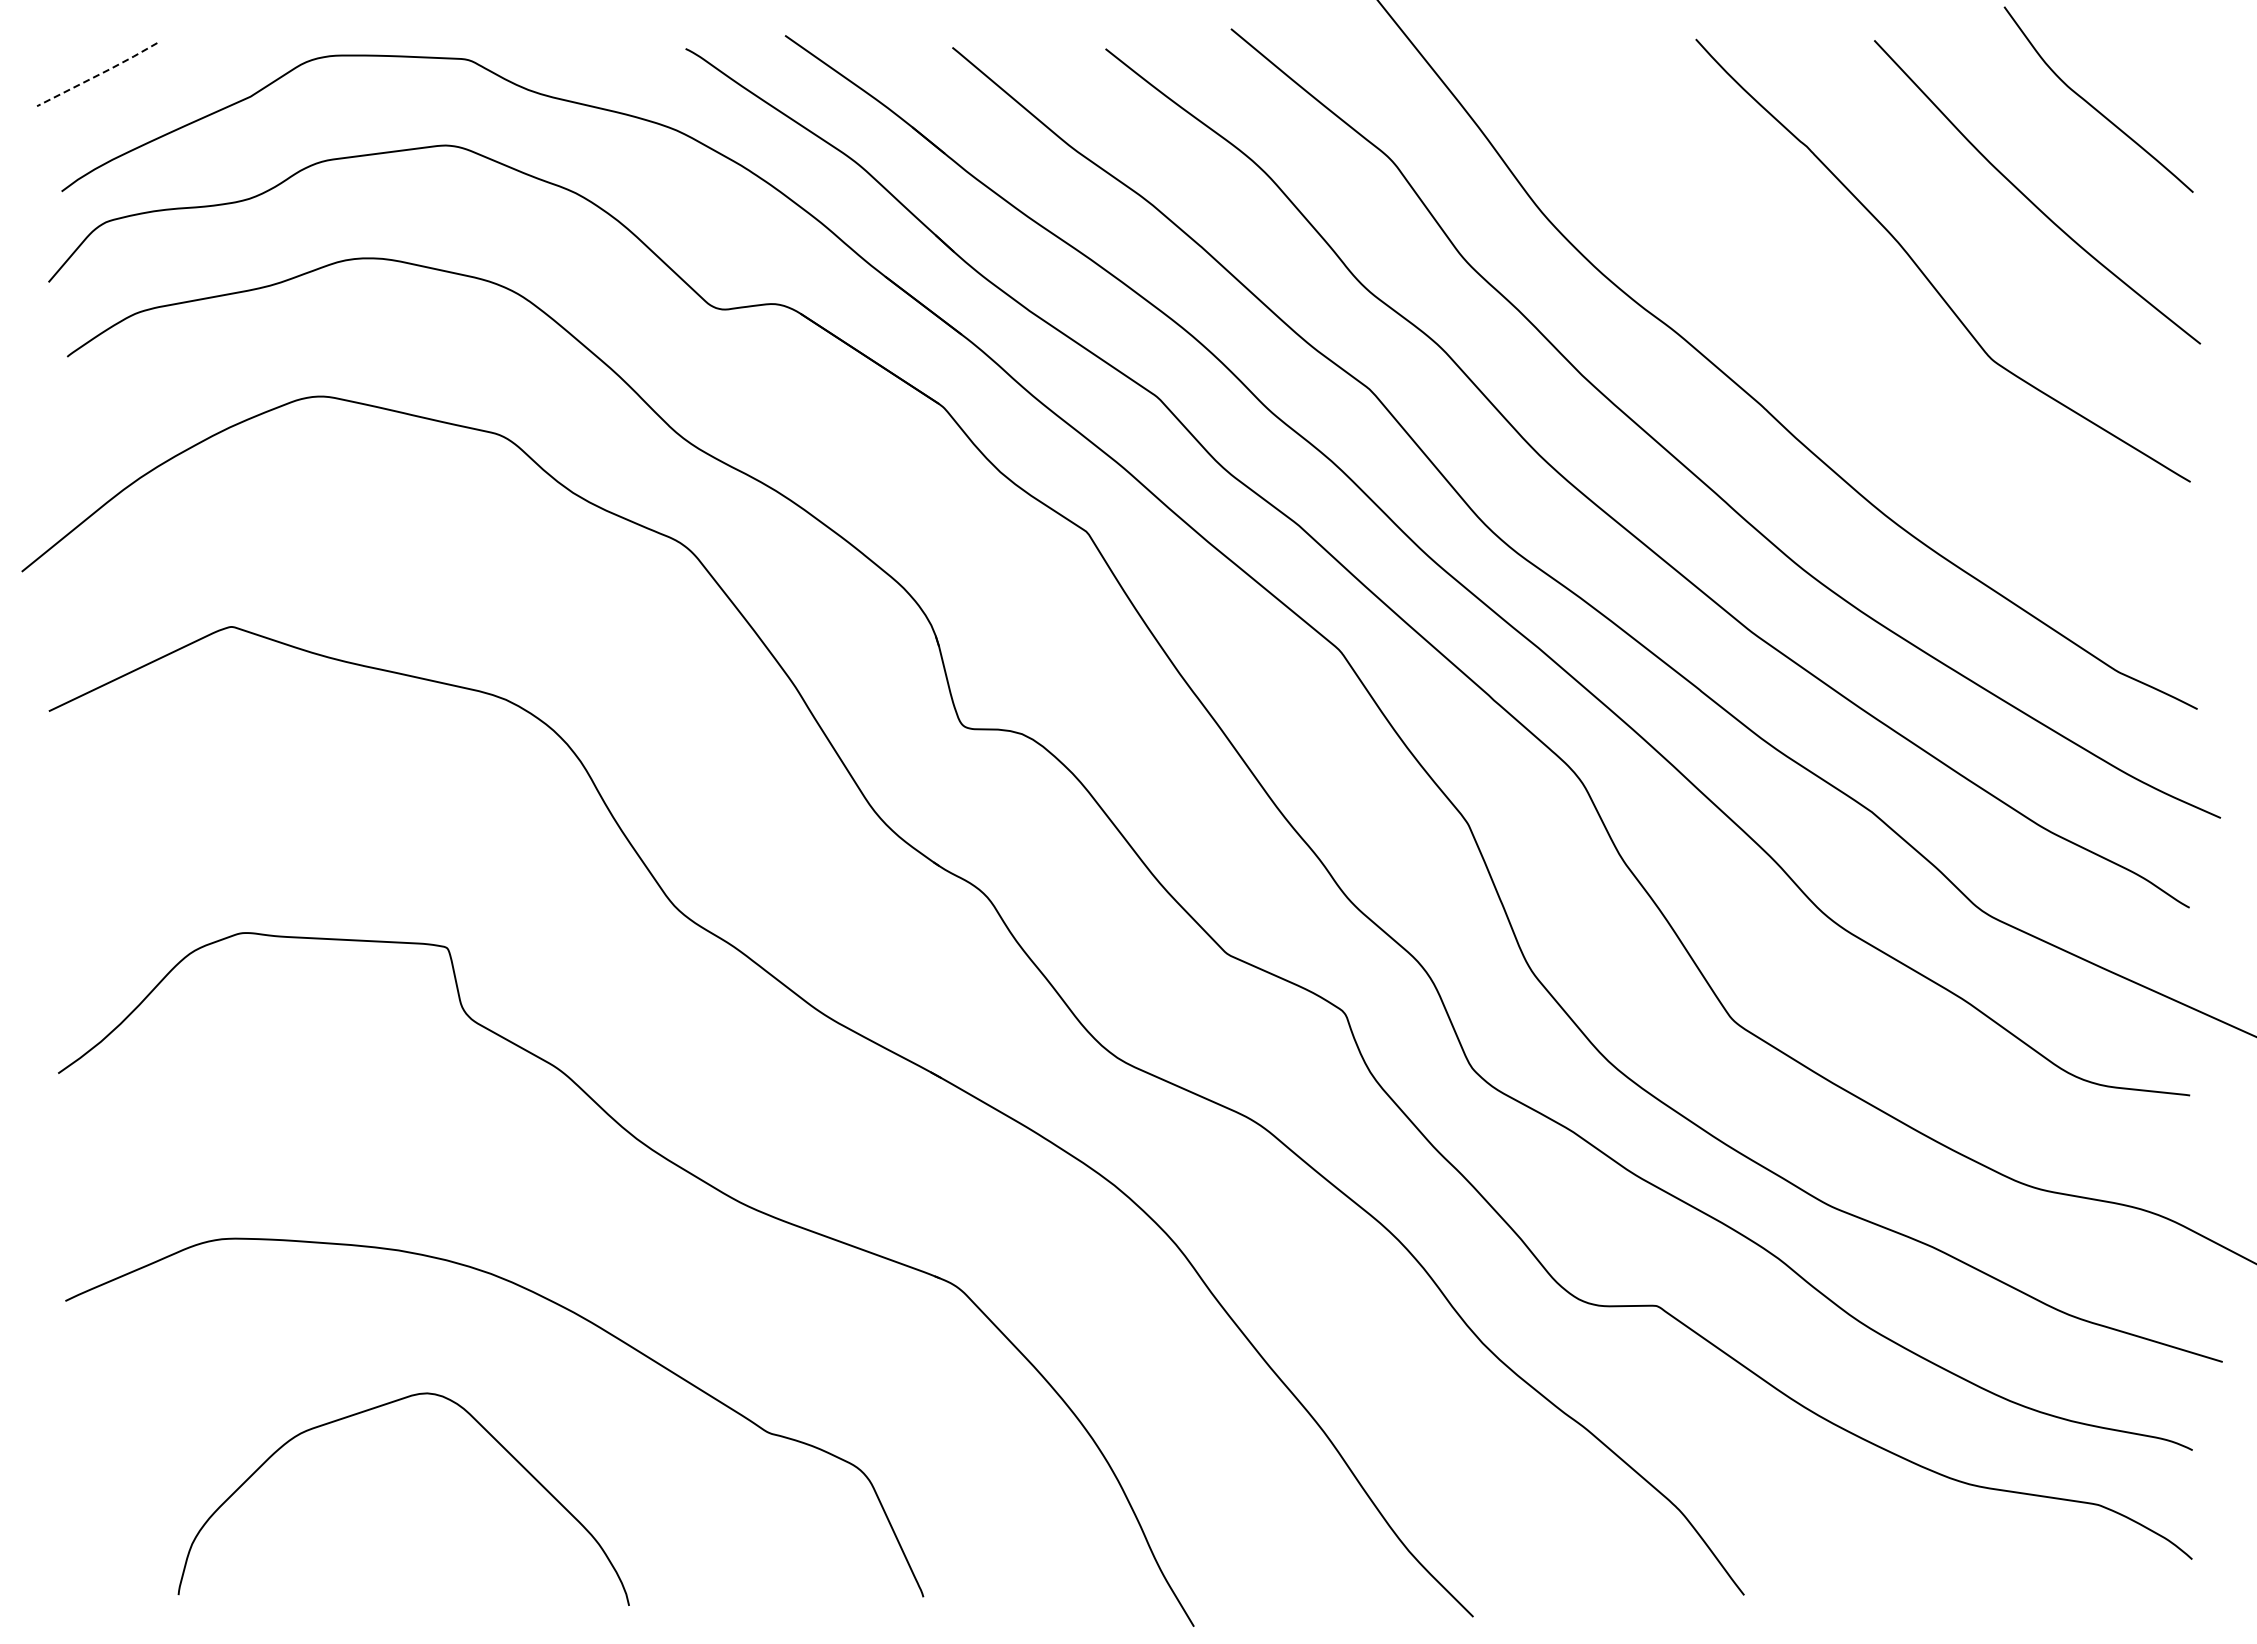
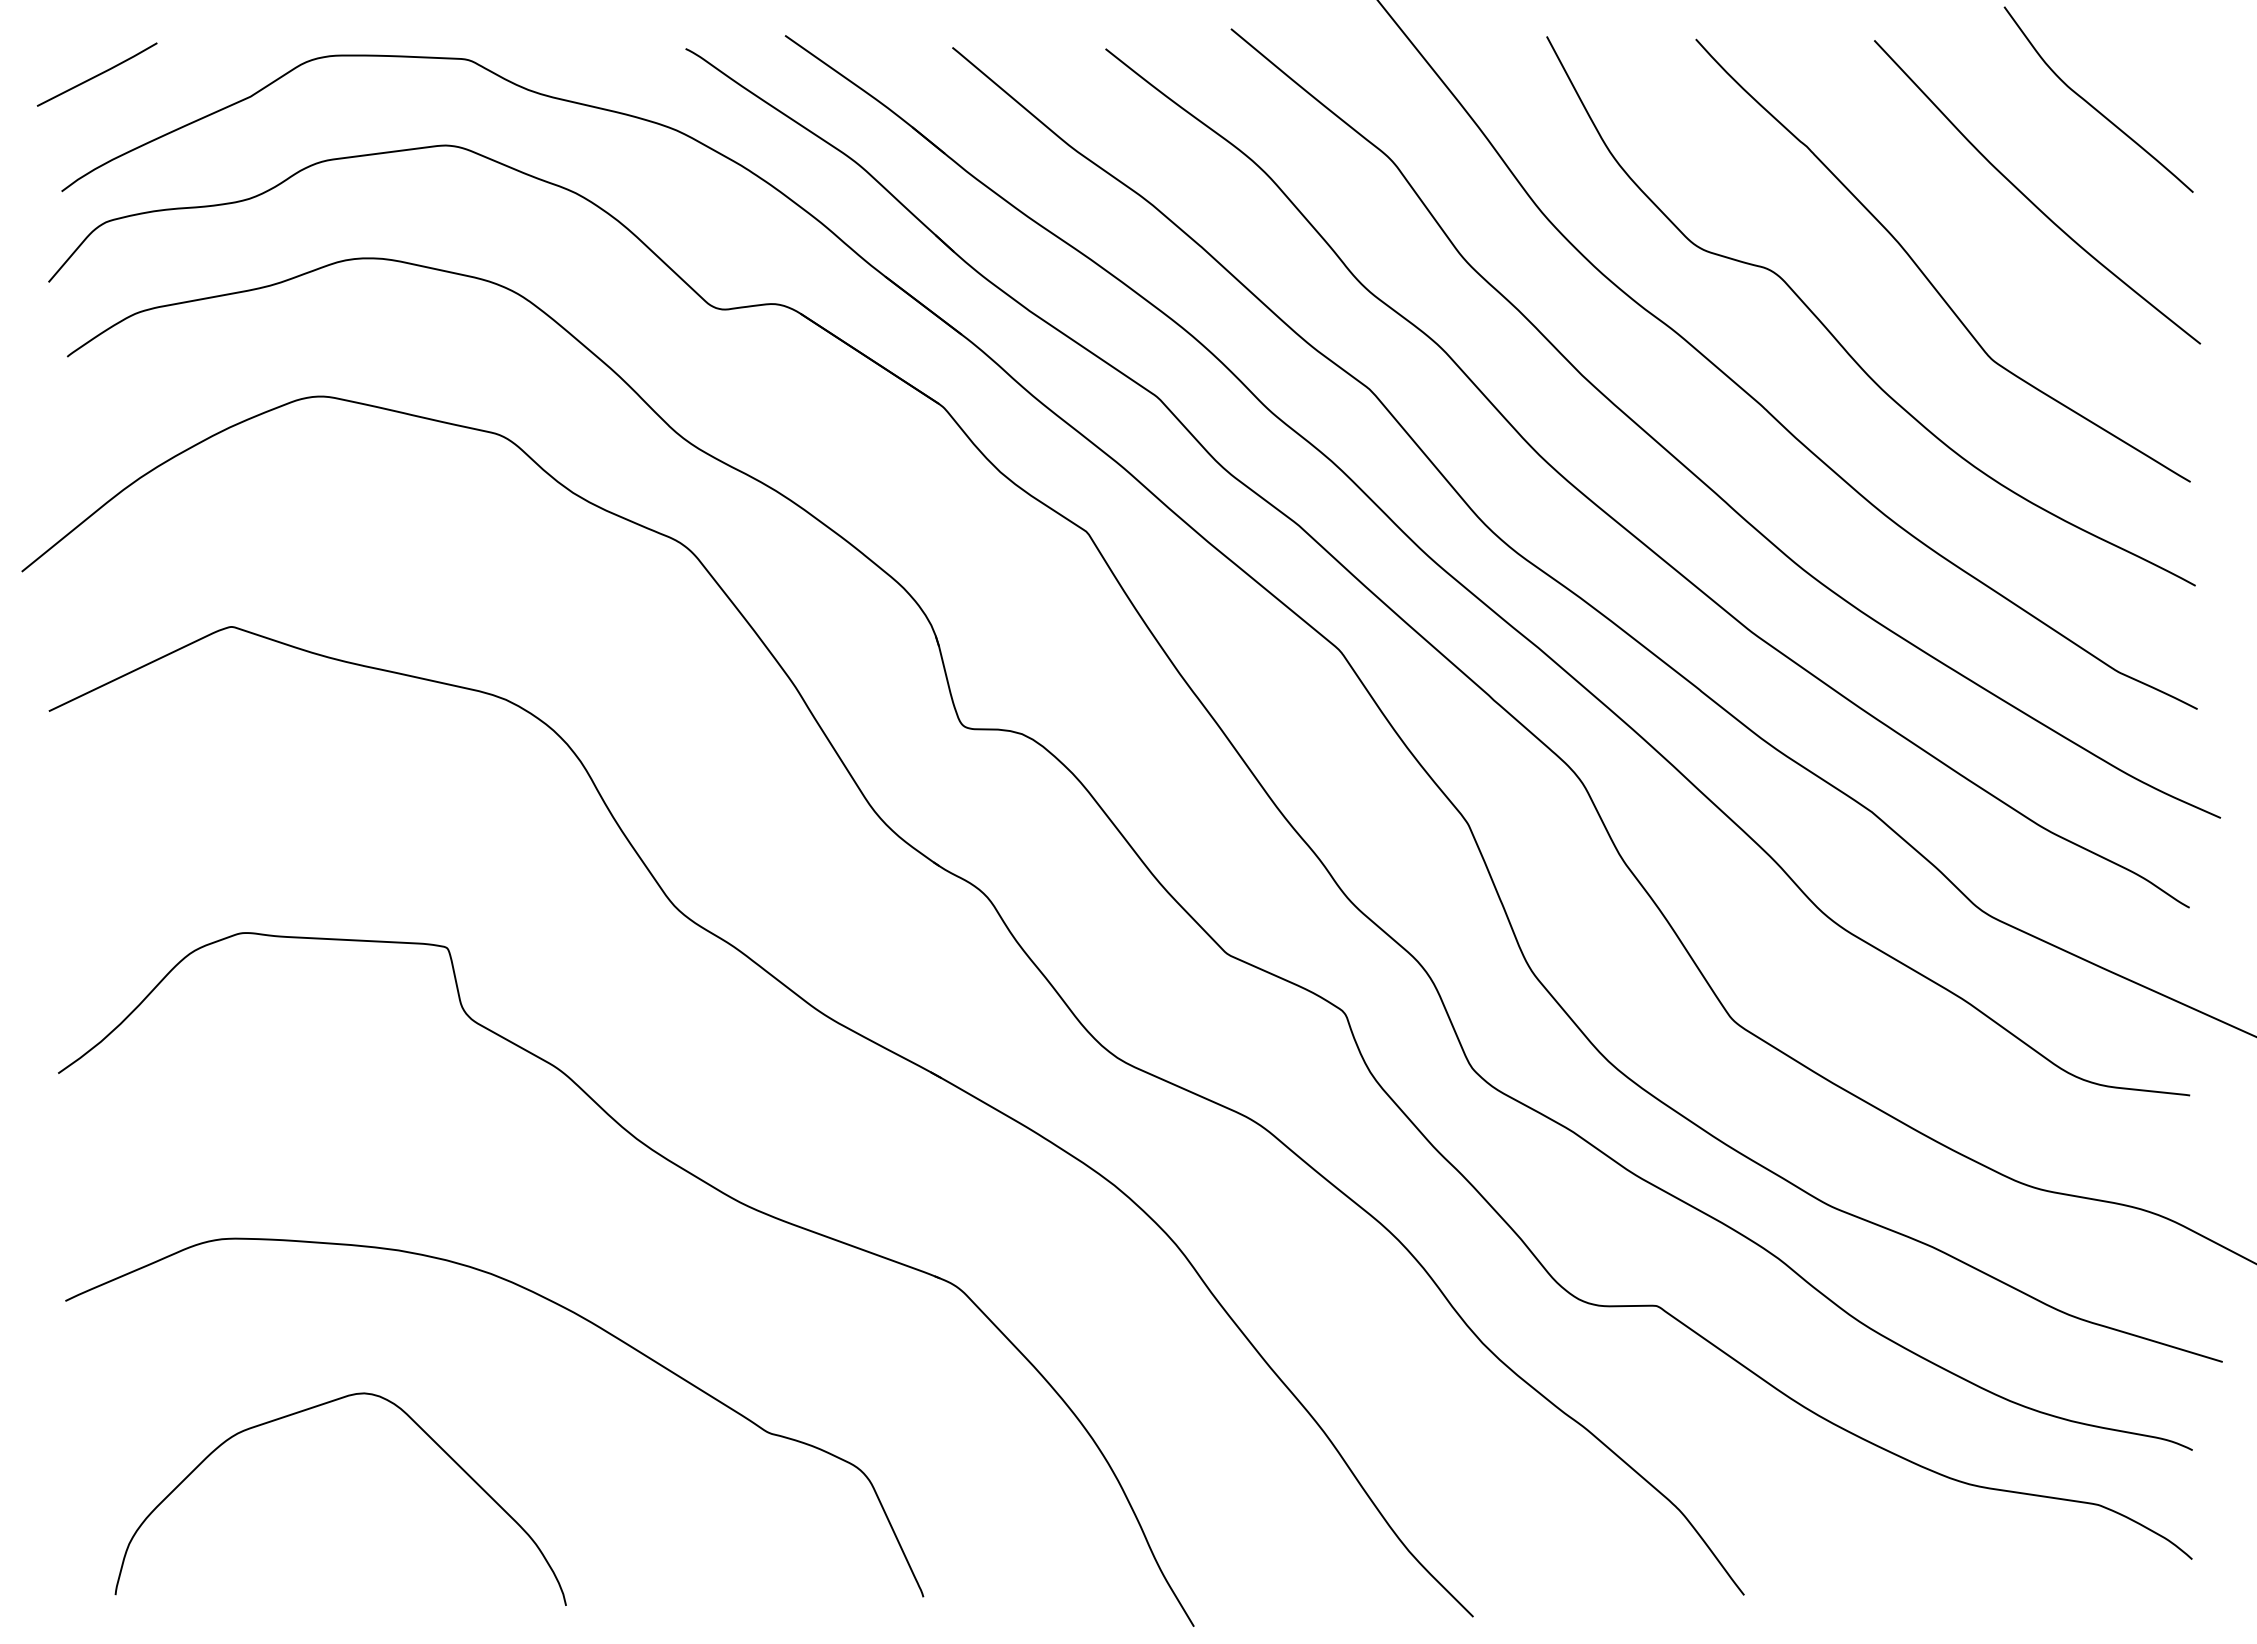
line at (97, 75): dashed -> solid
curve at (1839, 341): none -> present
curve at (373, 1409) position: (373, 1409) -> (310, 1409)
